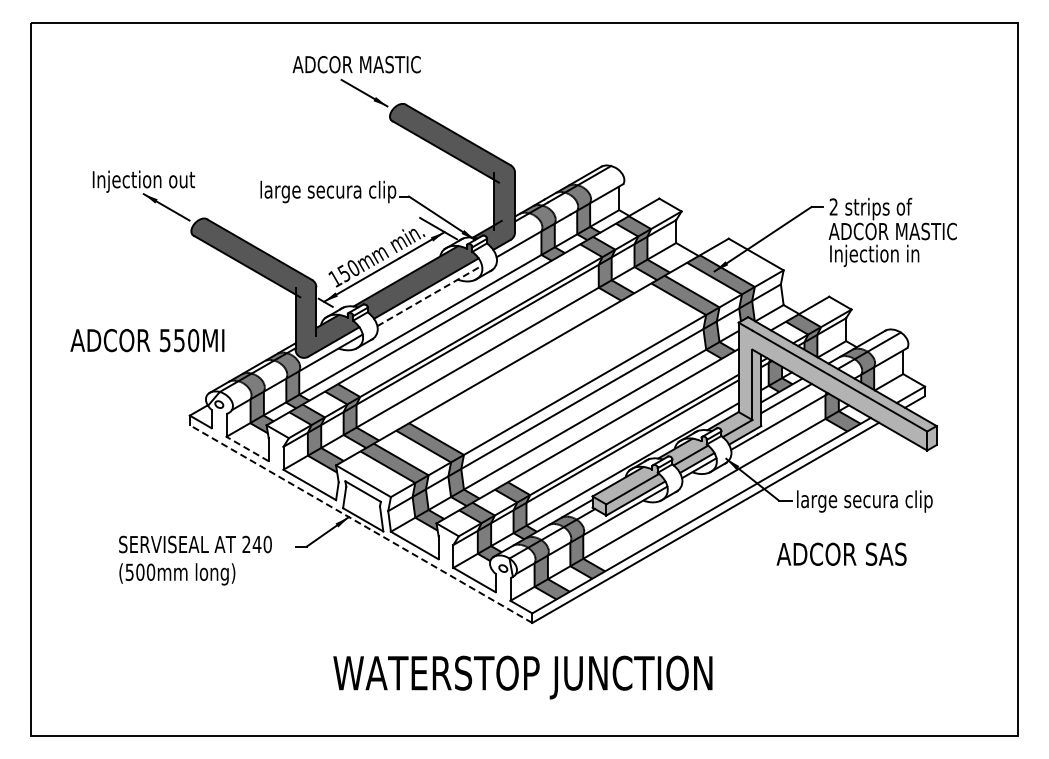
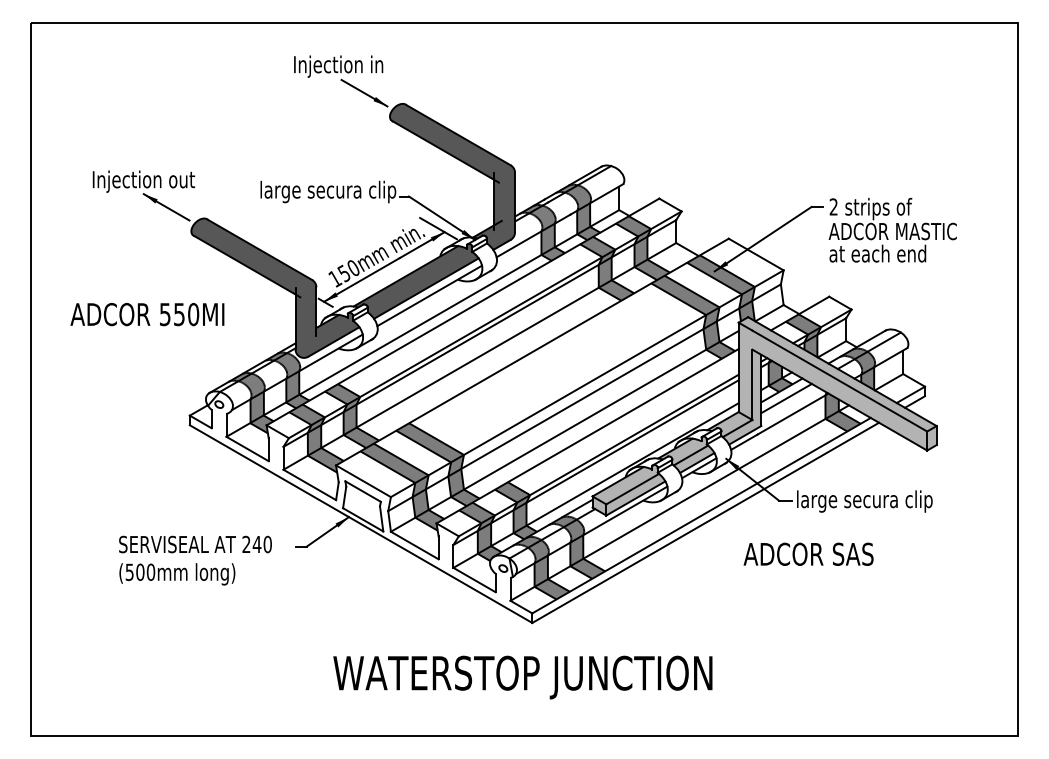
text at (356, 66): ADCOR MASTIC -> Injection in
text at (877, 255): Injection in -> at each end
line at (430, 295): dashed -> solid
text at (147, 340) position: (147, 340) -> (147, 314)
line at (247, 448): dashed -> solid
line at (361, 524): dashed -> solid
text at (841, 553) position: (841, 553) -> (808, 553)
